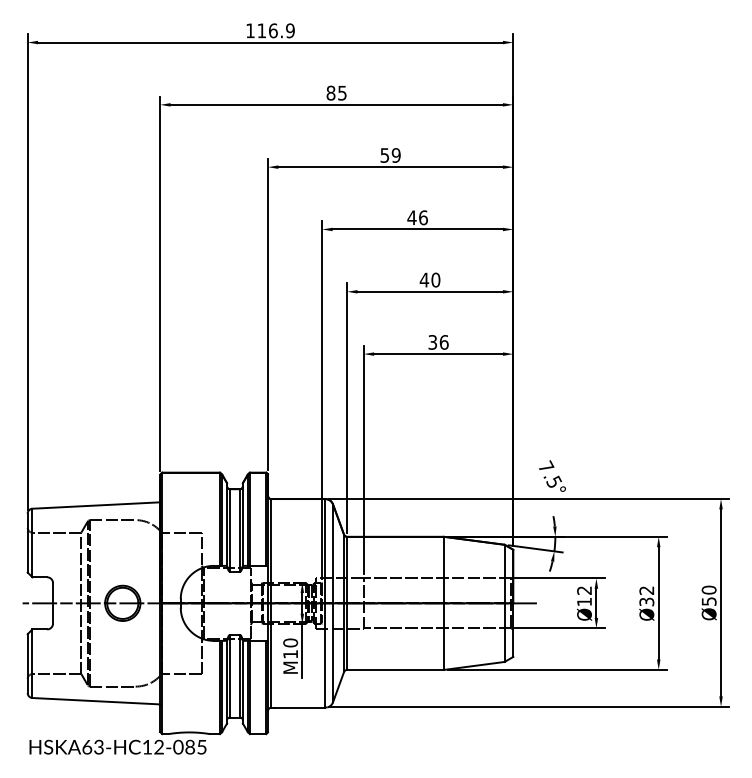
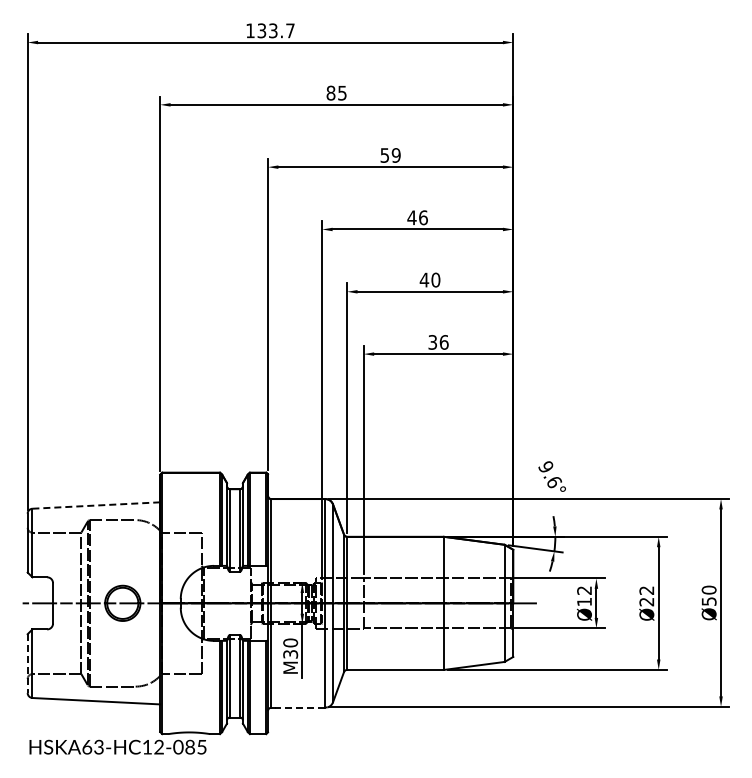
text at (275, 30): 116.9 -> 133.7
text at (549, 474): 7.5° -> 9.6°
line at (96, 505): solid -> dashed
text at (646, 601): Ø32 -> Ø22
text at (290, 654): M10 -> M30
line at (27, 664): solid -> dashed
line at (300, 707): solid -> dashed
